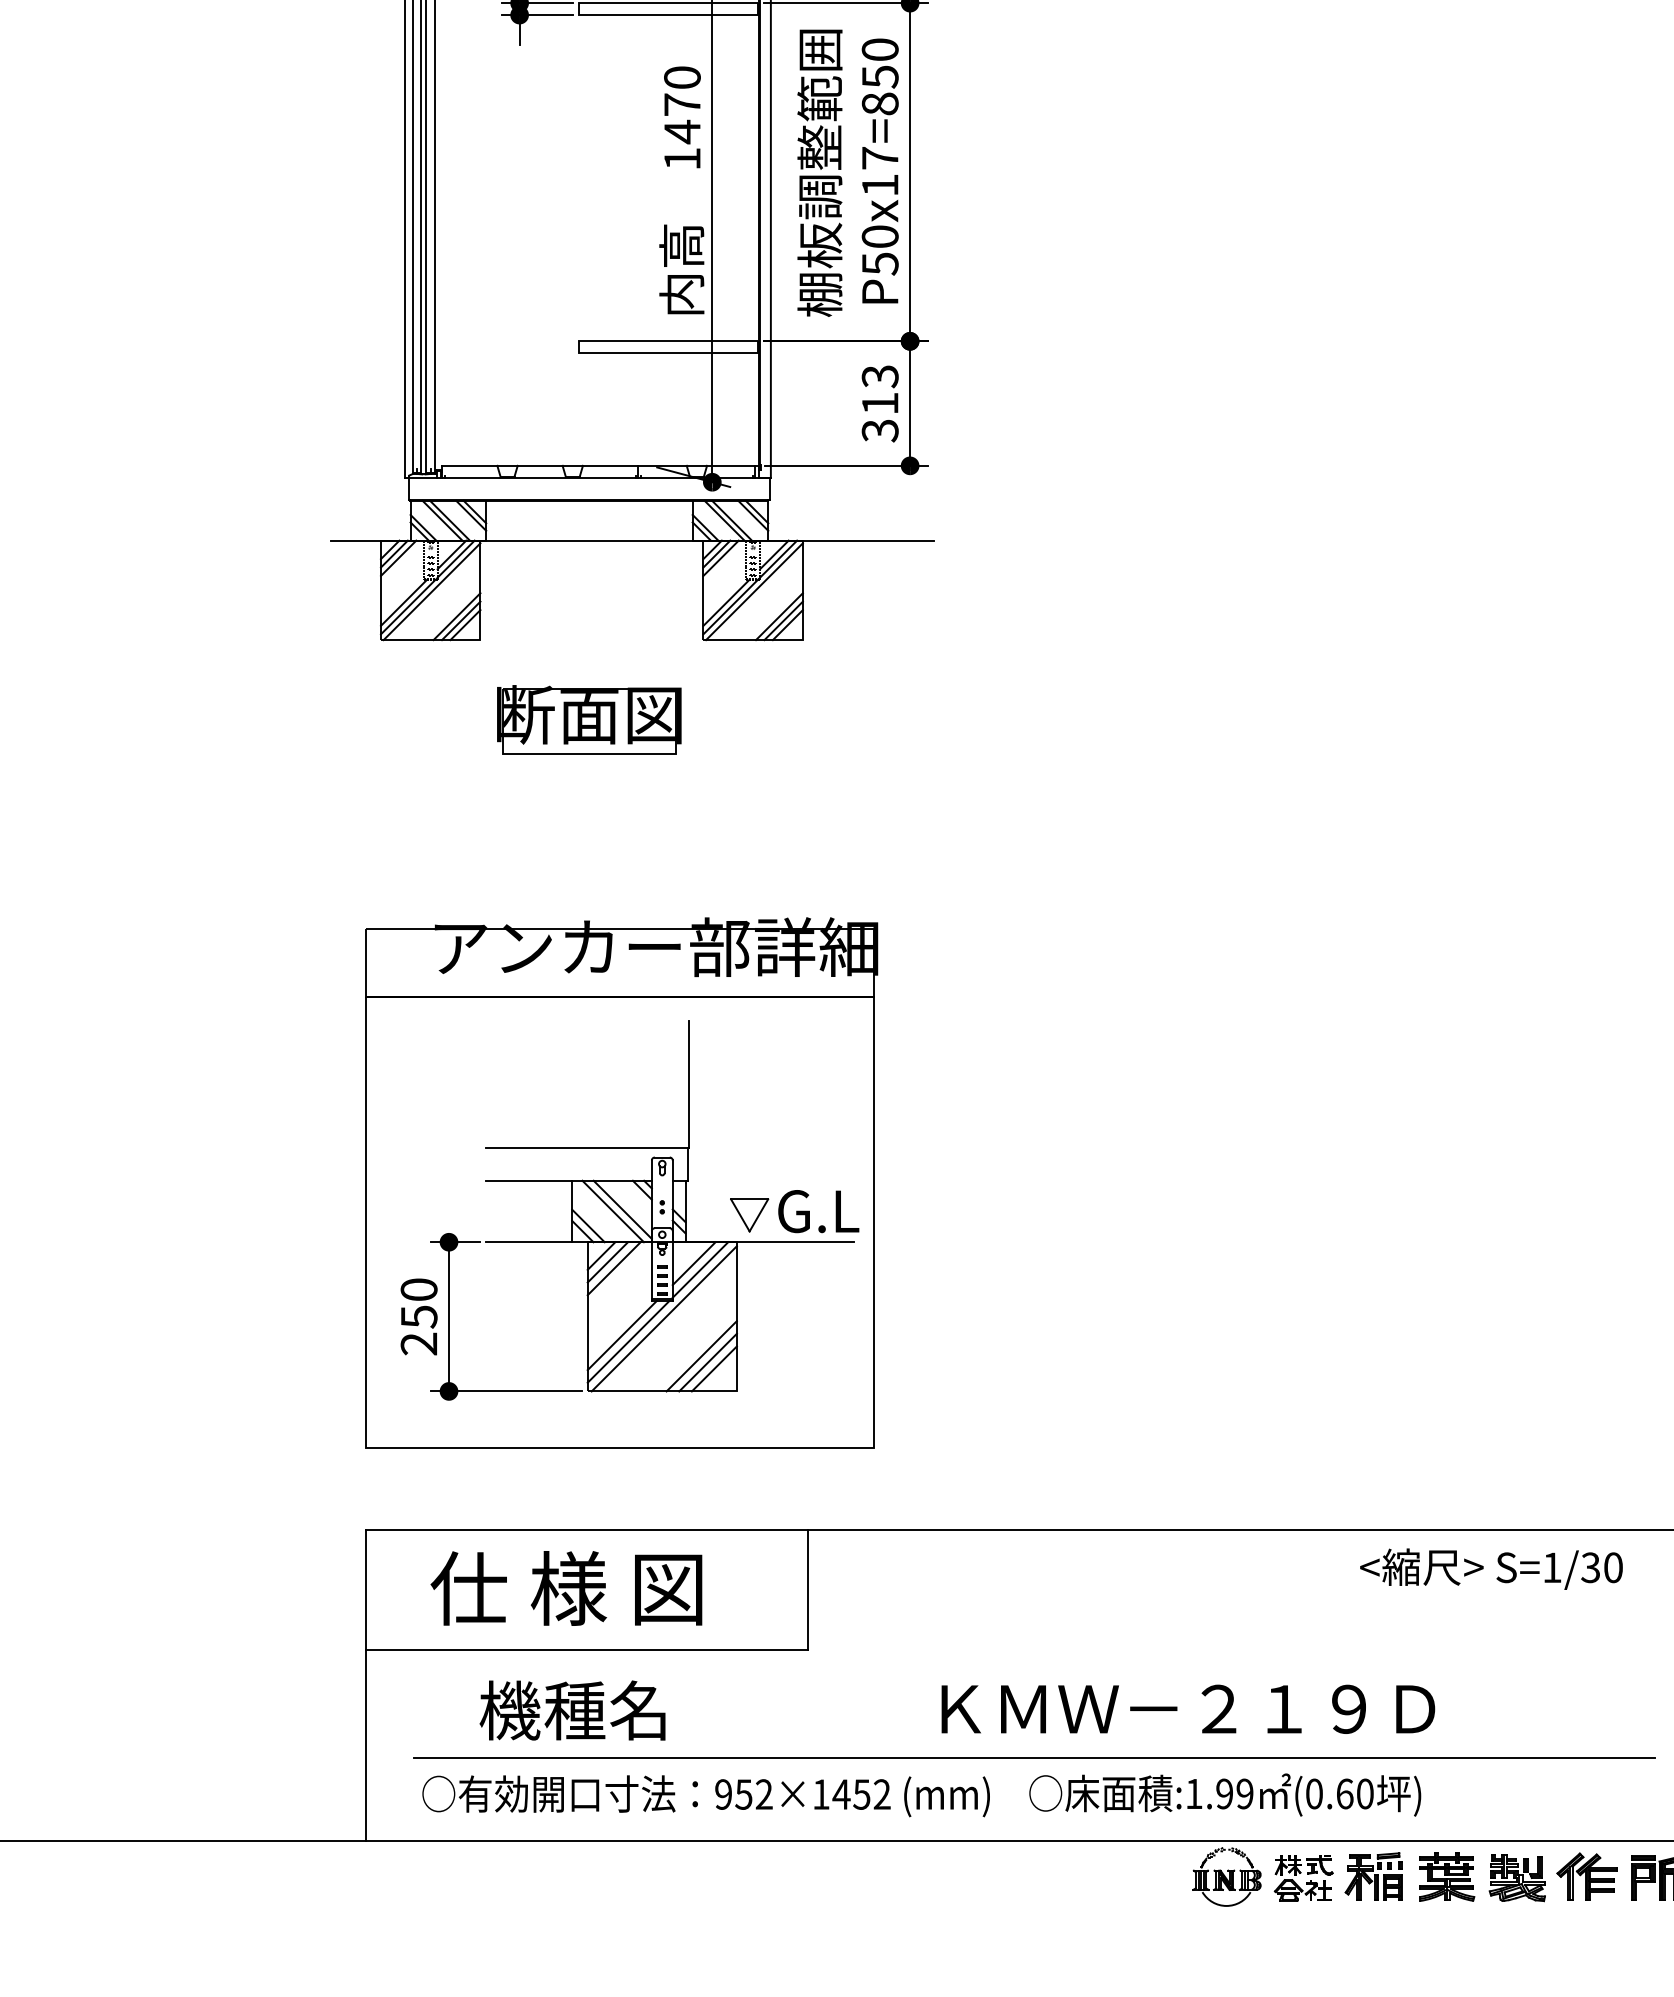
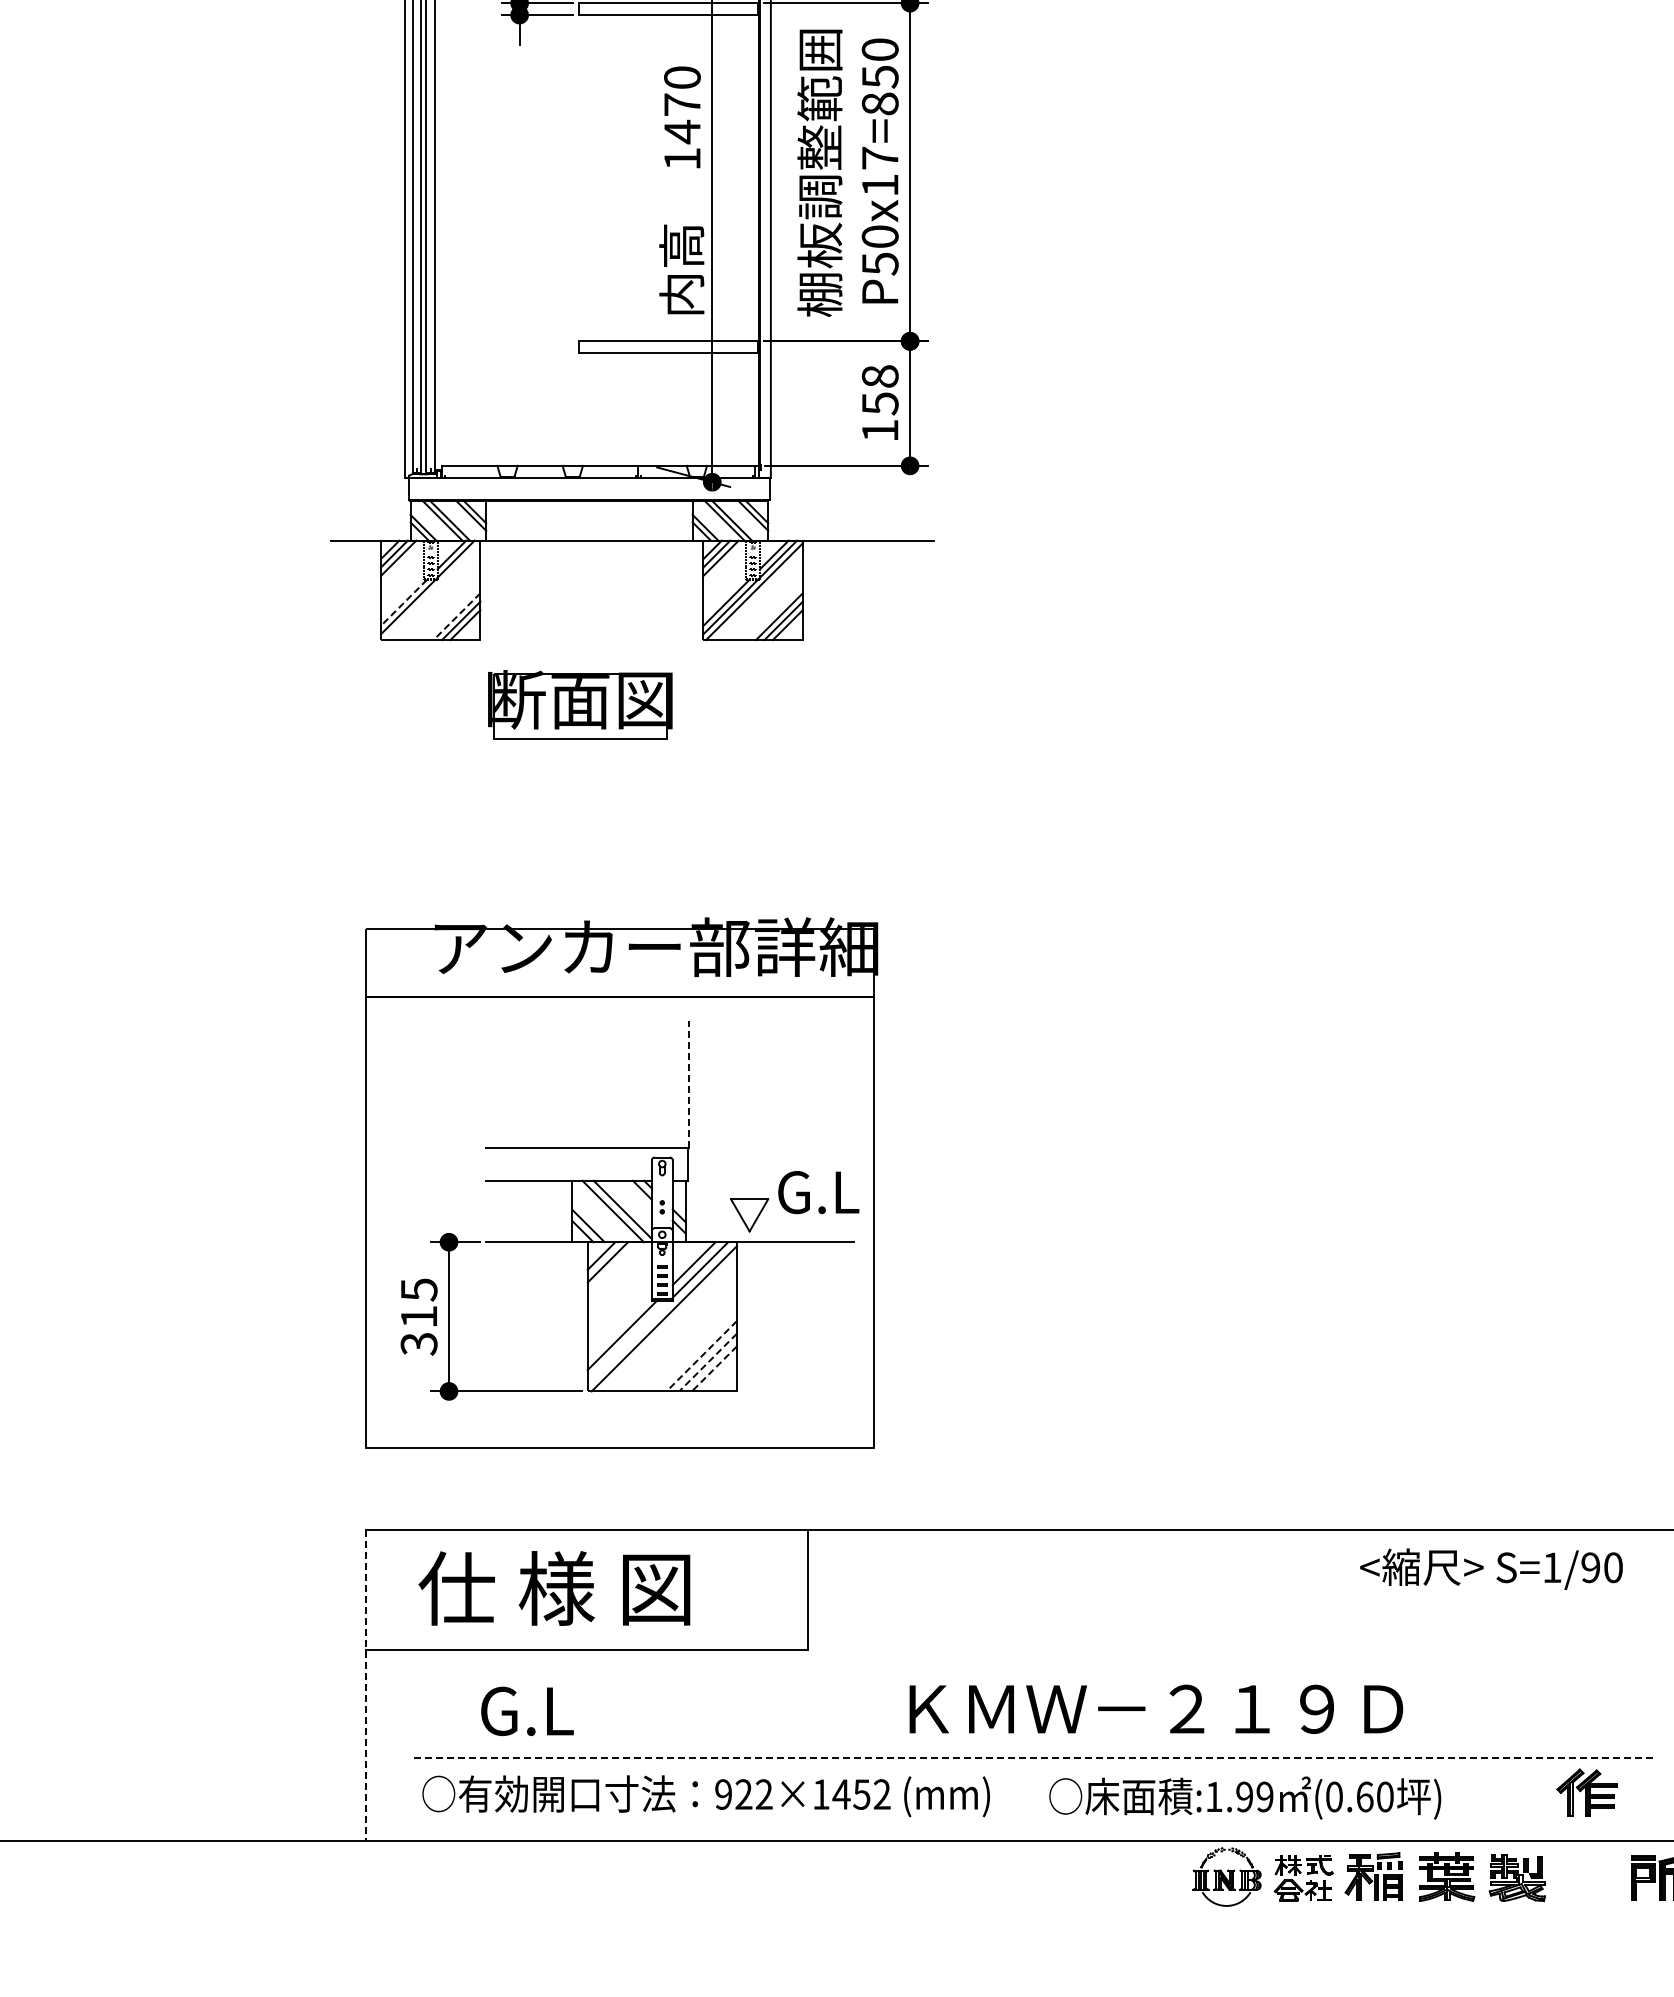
text at (879, 403): 313 -> 158
line at (431, 591): present -> none
line at (404, 602): solid -> dashed
line at (456, 617): solid -> dashed
part at (589, 719) position: (589, 719) -> (580, 704)
line at (689, 1084): solid -> dashed
text at (818, 1211) position: (818, 1211) -> (818, 1192)
line at (613, 1268): present -> none
text at (418, 1316): 250 -> 315
line at (628, 1341): present -> none
line at (701, 1356): solid -> dashed
line at (708, 1362): solid -> dashed
line at (714, 1368): solid -> dashed
text at (1590, 1567): S=1/30 -> S=1/90
text at (566, 1588) position: (566, 1588) -> (554, 1588)
line at (366, 1686): solid -> dashed
text at (1188, 1708) position: (1188, 1708) -> (1156, 1708)
text at (572, 1710): 機種名 -> G.L
line at (1034, 1758): solid -> dashed
text at (743, 1794): 952×1452 -> 922×1452
text at (1225, 1794) position: (1225, 1794) -> (1245, 1797)
part at (1586, 1876) position: (1586, 1876) -> (1586, 1792)
